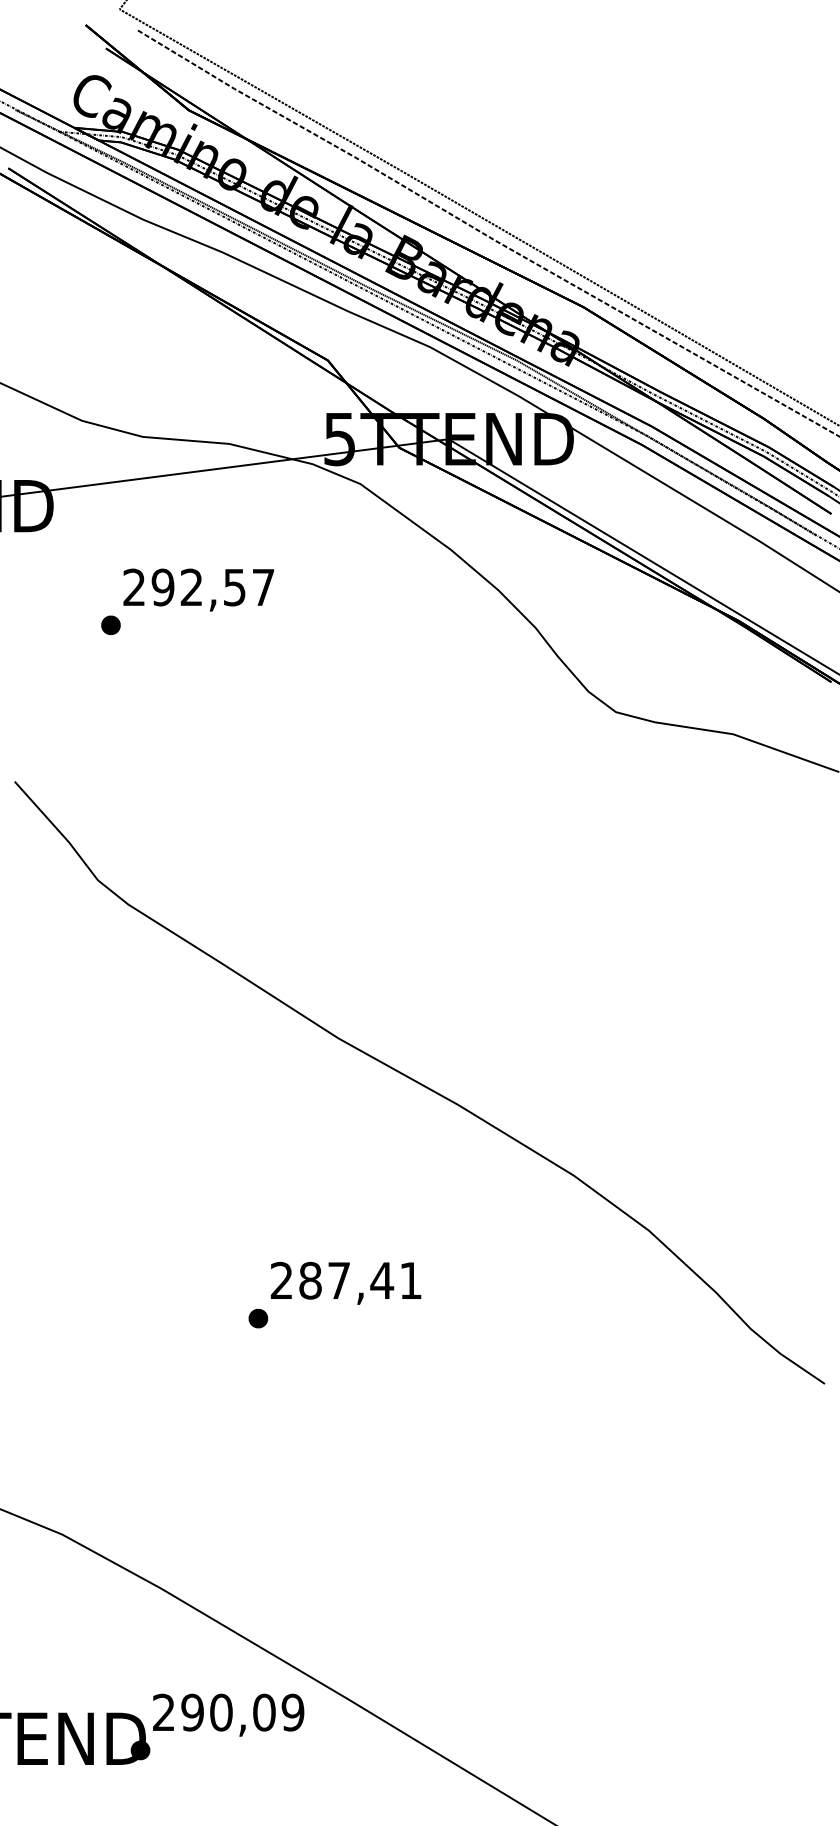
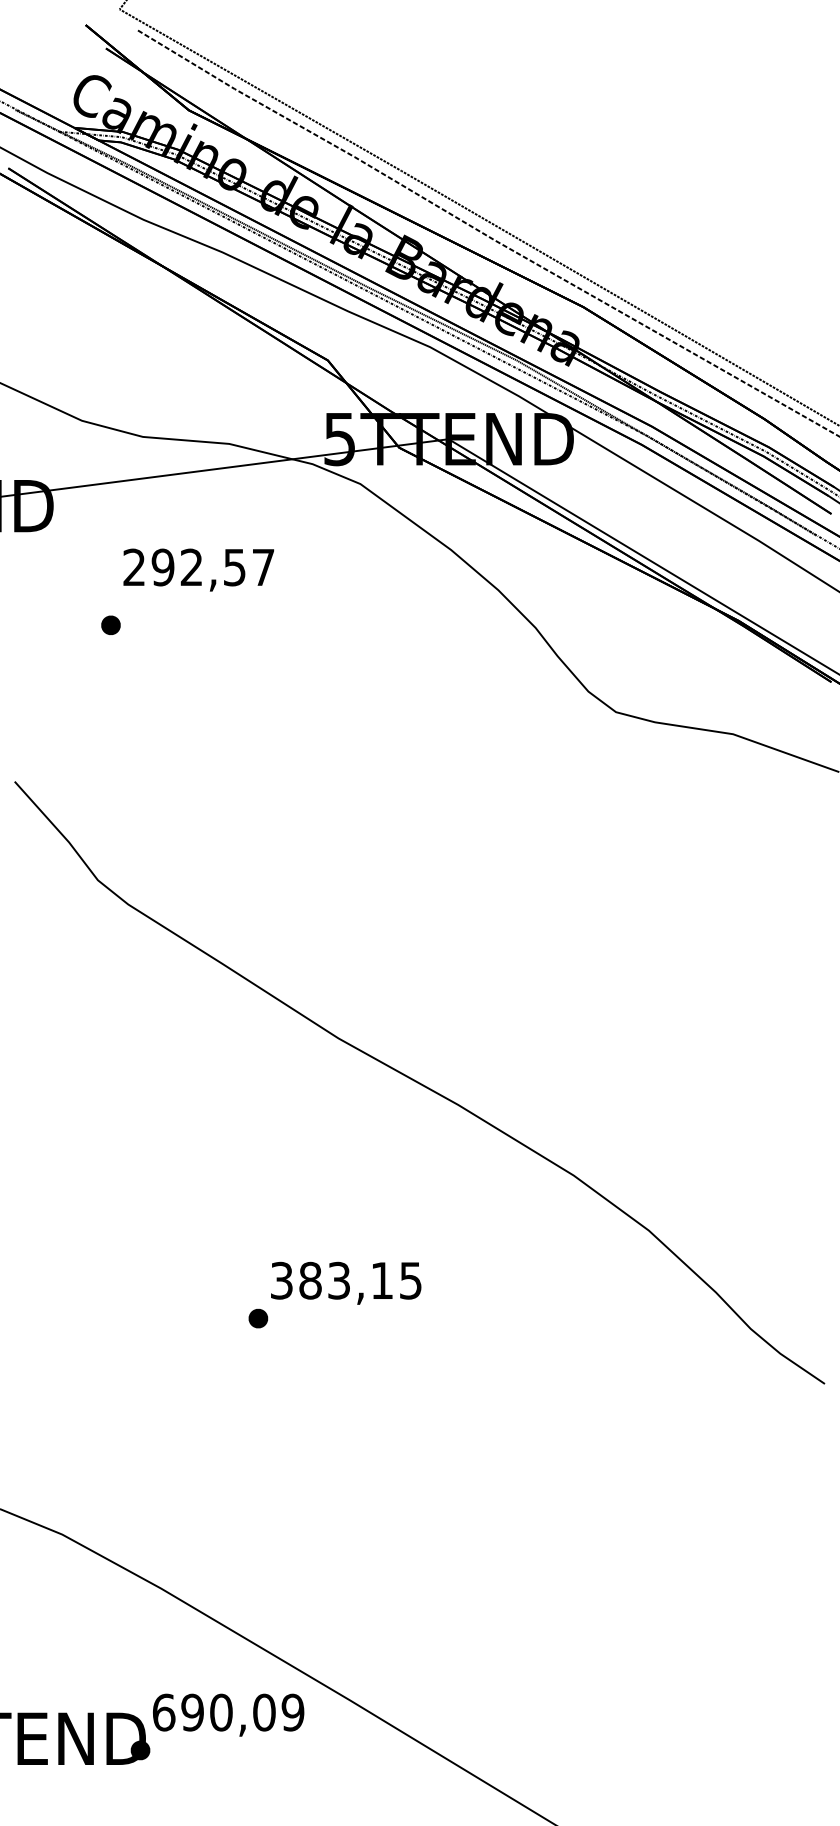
text at (198, 589) position: (198, 589) -> (198, 569)
text at (345, 1280): 287,41 -> 383,15
text at (164, 1712): 290,09 -> 690,09
